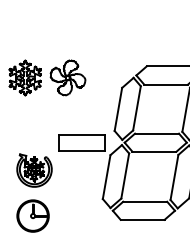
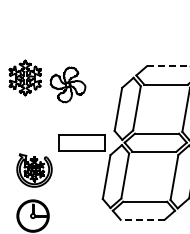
line at (168, 66): solid -> dashed
part at (67, 77) position: (67, 77) -> (67, 84)
line at (142, 219): solid -> dashed
